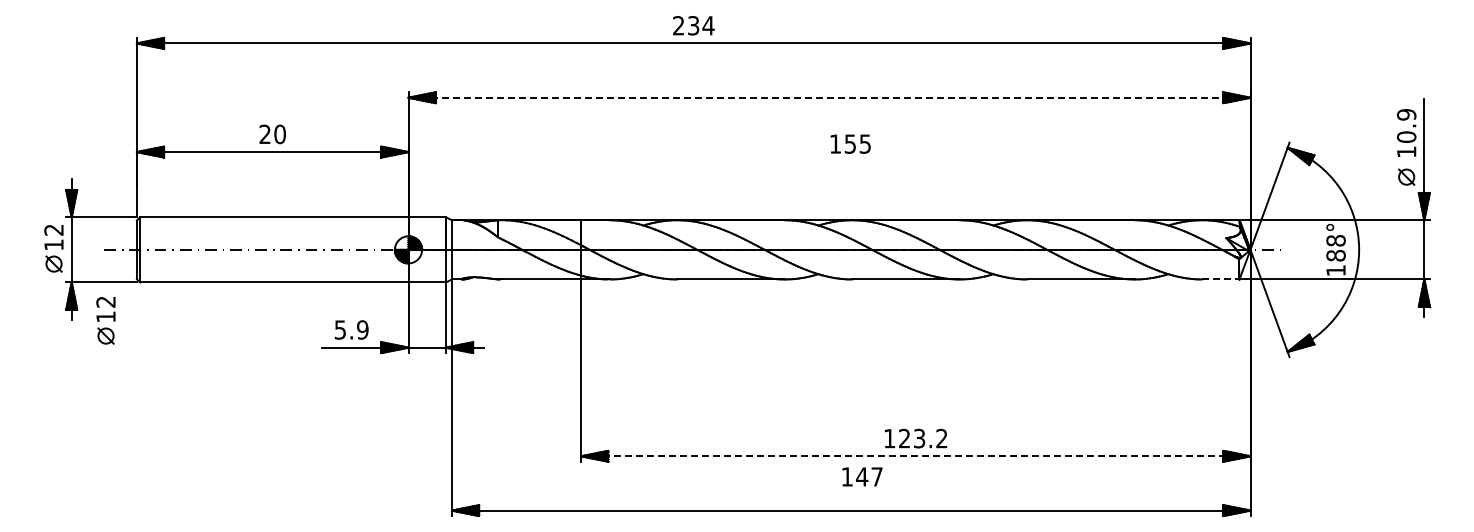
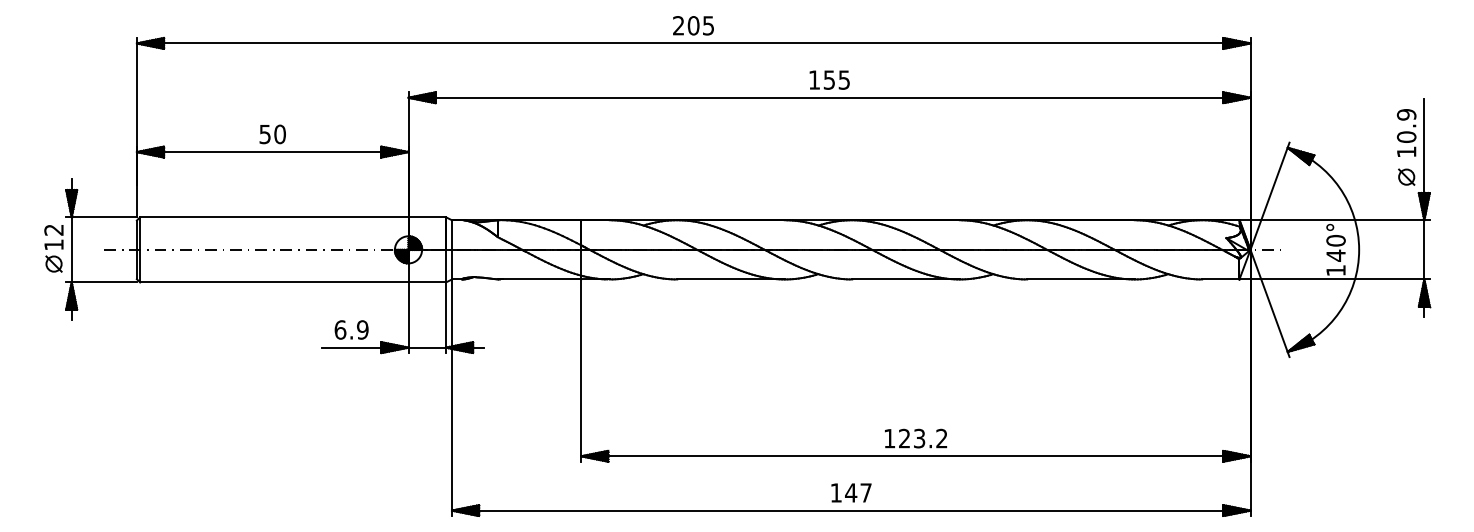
text at (700, 25): 234 -> 205
line at (829, 97): dashed -> solid
text at (264, 134): 20 -> 50
text at (850, 143) position: (850, 143) -> (829, 79)
text at (1335, 248): 188° -> 140°
line at (1220, 279): dashed -> solid
part at (105, 320): present -> none
text at (340, 329): 5.9 -> 6.9
line at (915, 456): dashed -> solid
text at (862, 476) position: (862, 476) -> (851, 492)
